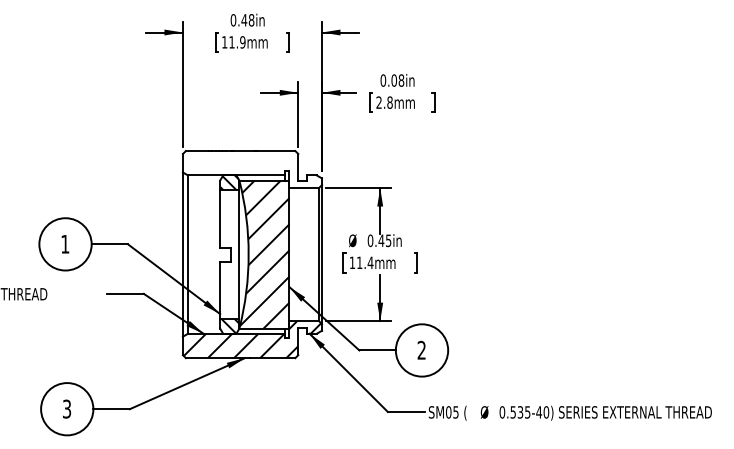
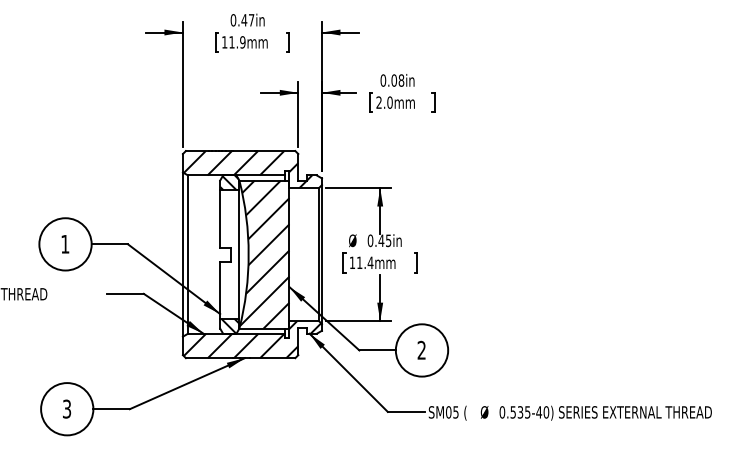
text at (251, 20): 0.48in -> 0.47in
text at (389, 102): 2.8mm -> 2.0mm
hatch at (247, 169): none -> present
